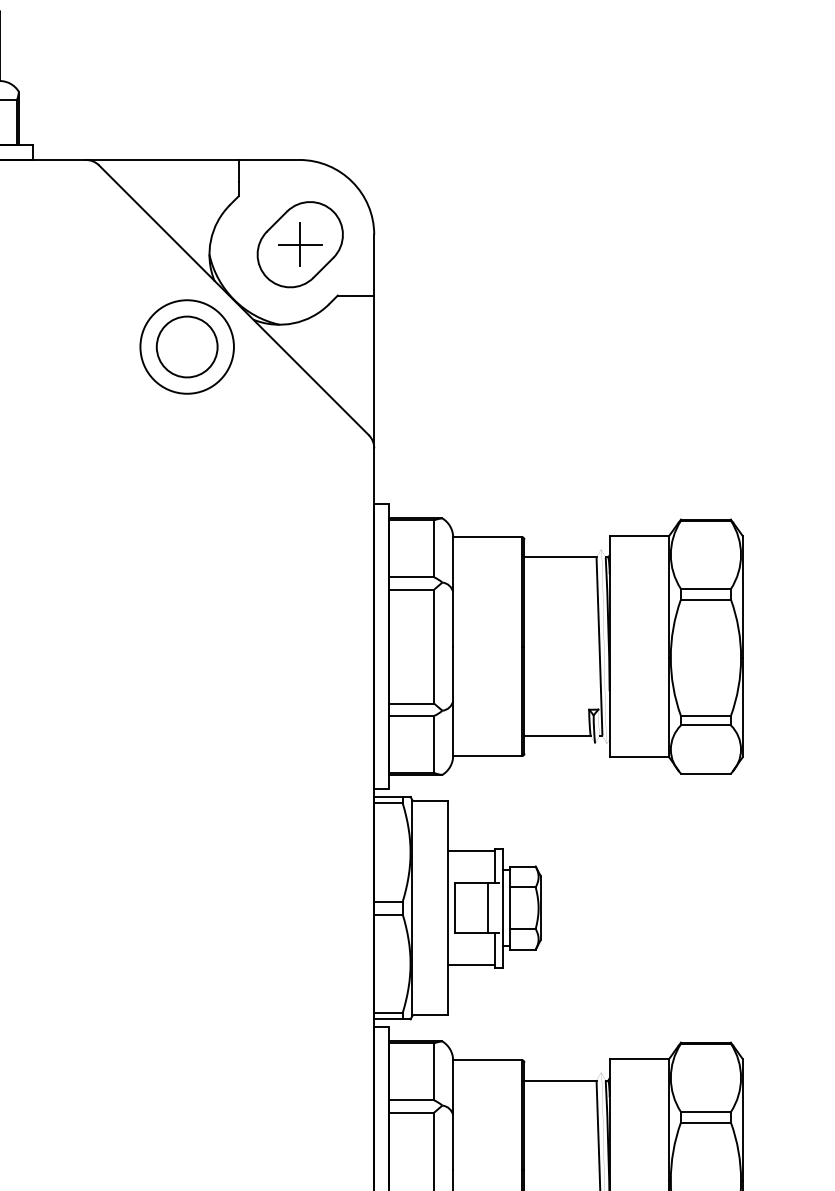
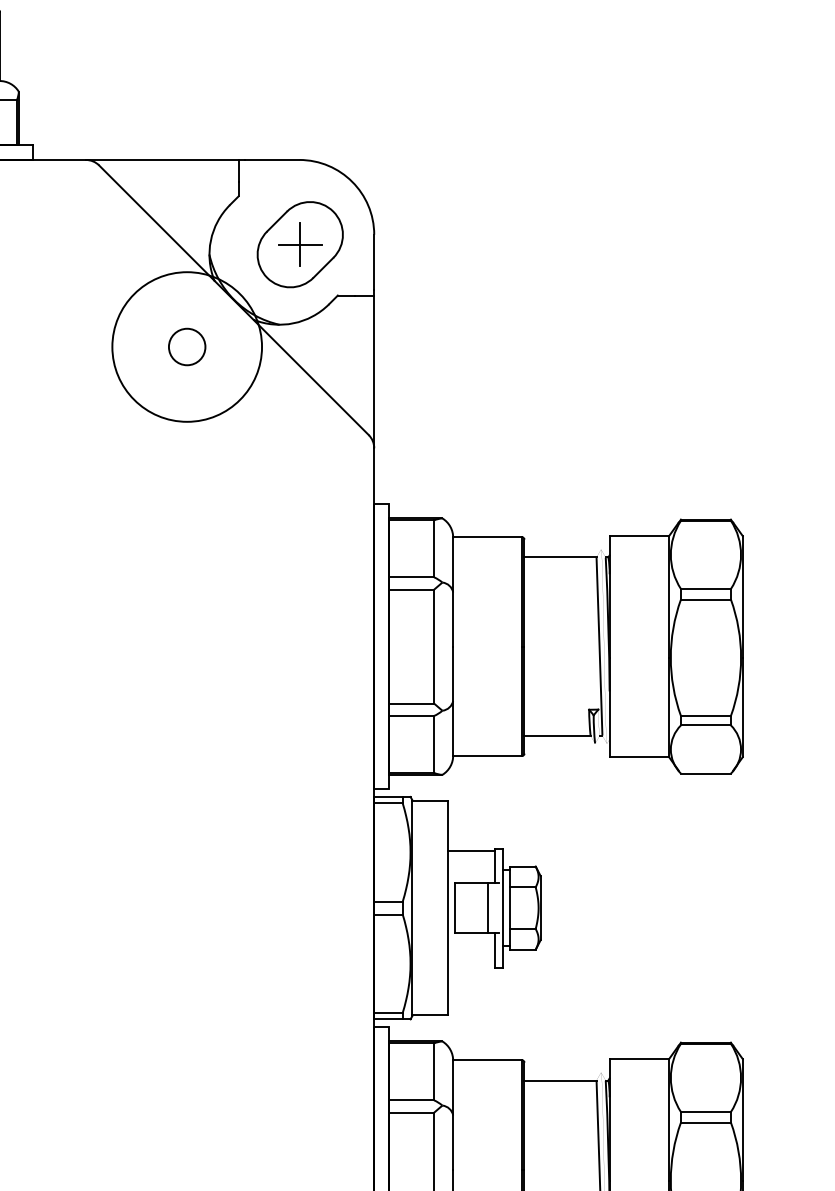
circle at (186, 346) diameter: 61 px -> 36 px
circle at (186, 346) diameter: 94 px -> 150 px
line at (471, 965): present -> none
